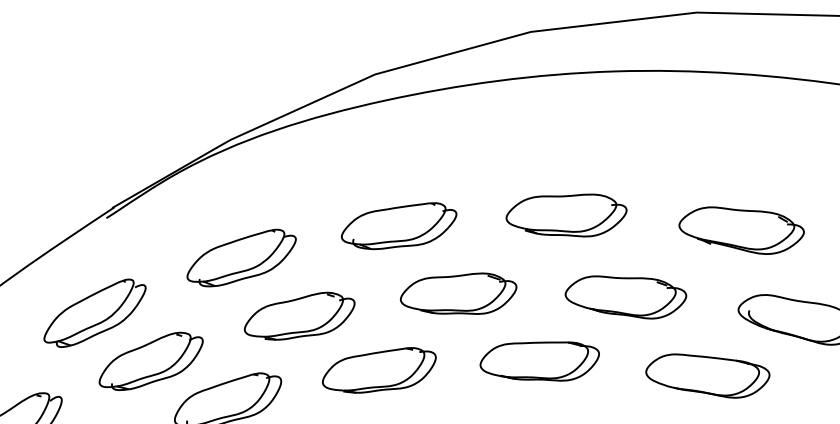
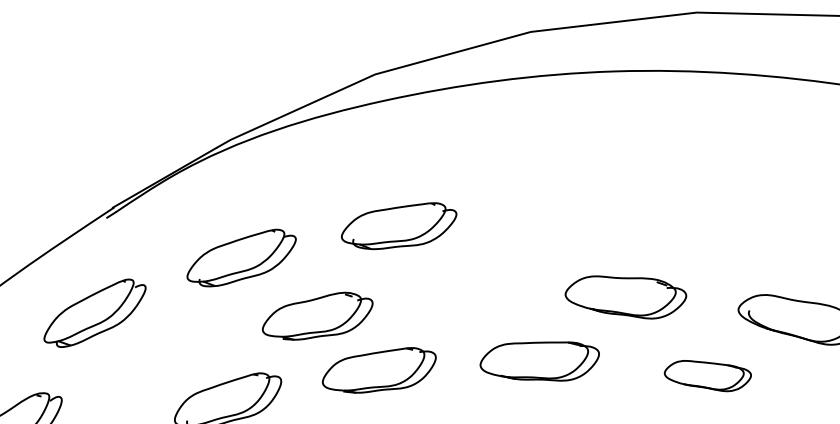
part at (566, 215): present -> none
part at (741, 230): present -> none
part at (458, 293): present -> none
part at (299, 315) position: (299, 315) -> (317, 315)
part at (150, 360): present -> none
part at (707, 375) size: 126x46 px -> 89x33 px
